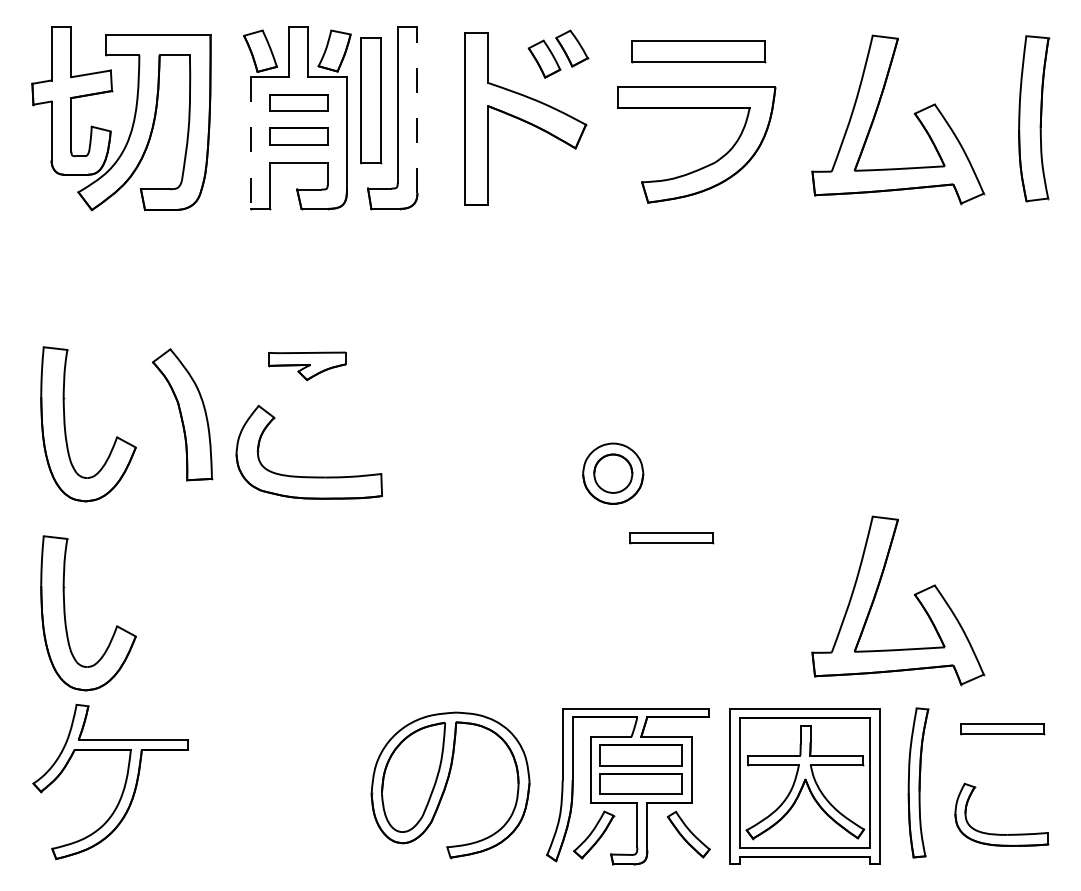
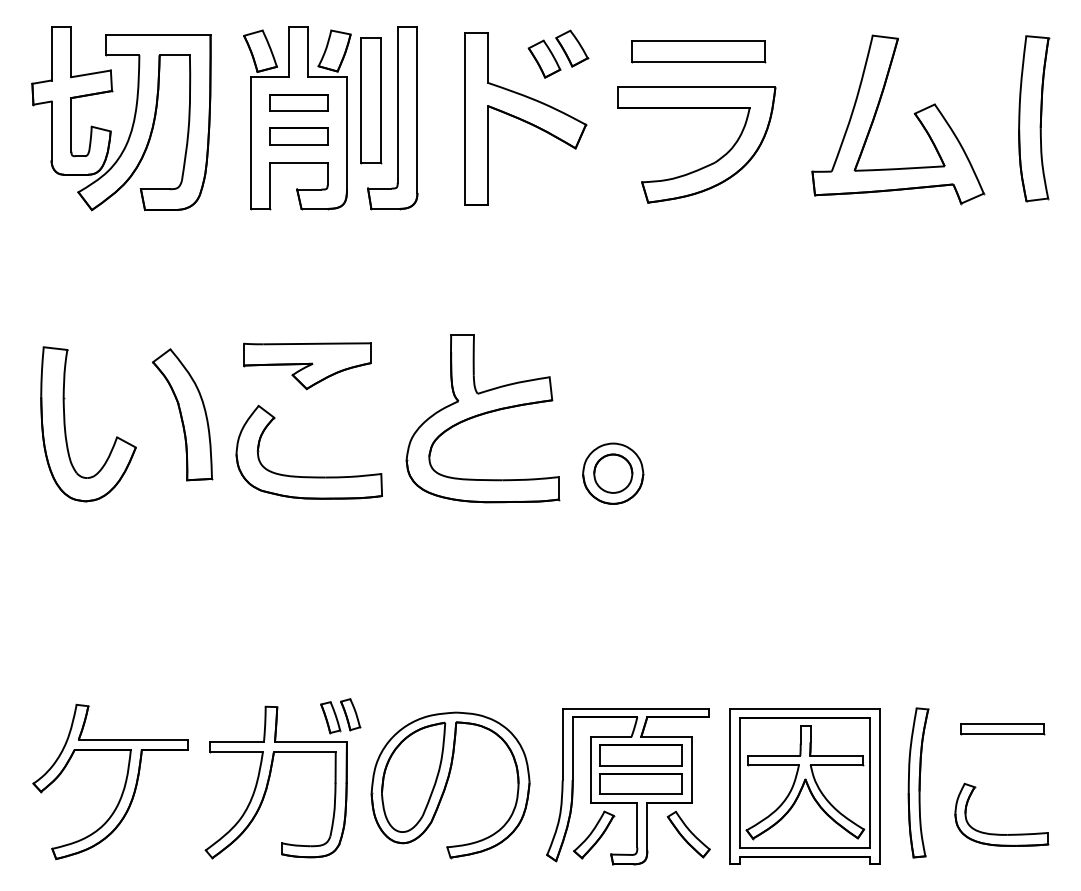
line at (417, 109): dashed -> solid
line at (250, 142): dashed -> solid
part at (307, 366) size: 79x31 px -> 129x49 px
part at (482, 418): none -> present
part at (671, 538): present -> none
part at (913, 594): present -> none
part at (65, 613): present -> none
part at (270, 777): none -> present
